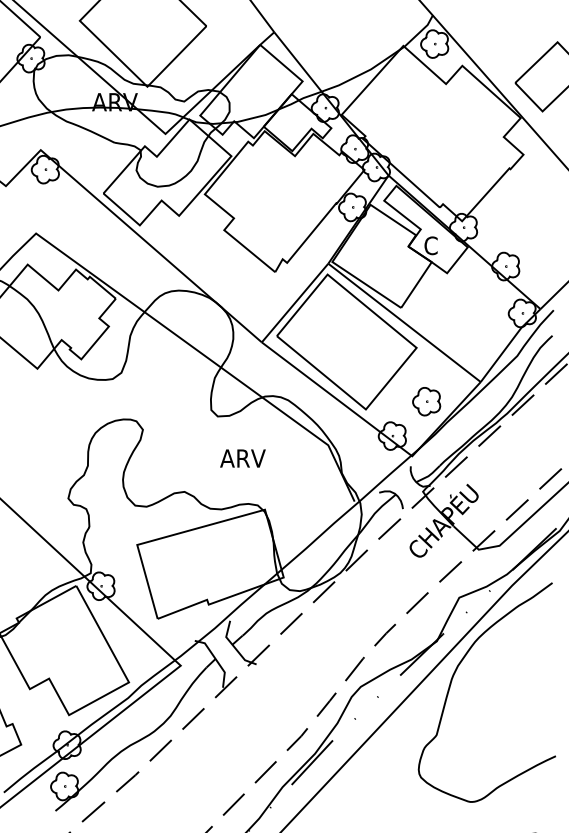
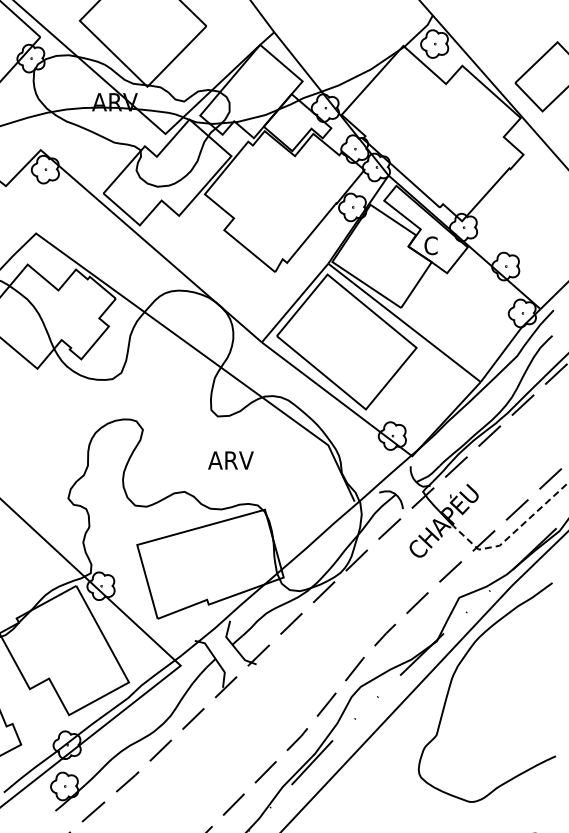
part at (426, 401): present -> none
text at (242, 458) position: (242, 458) -> (230, 460)
line at (512, 534): solid -> dashed
